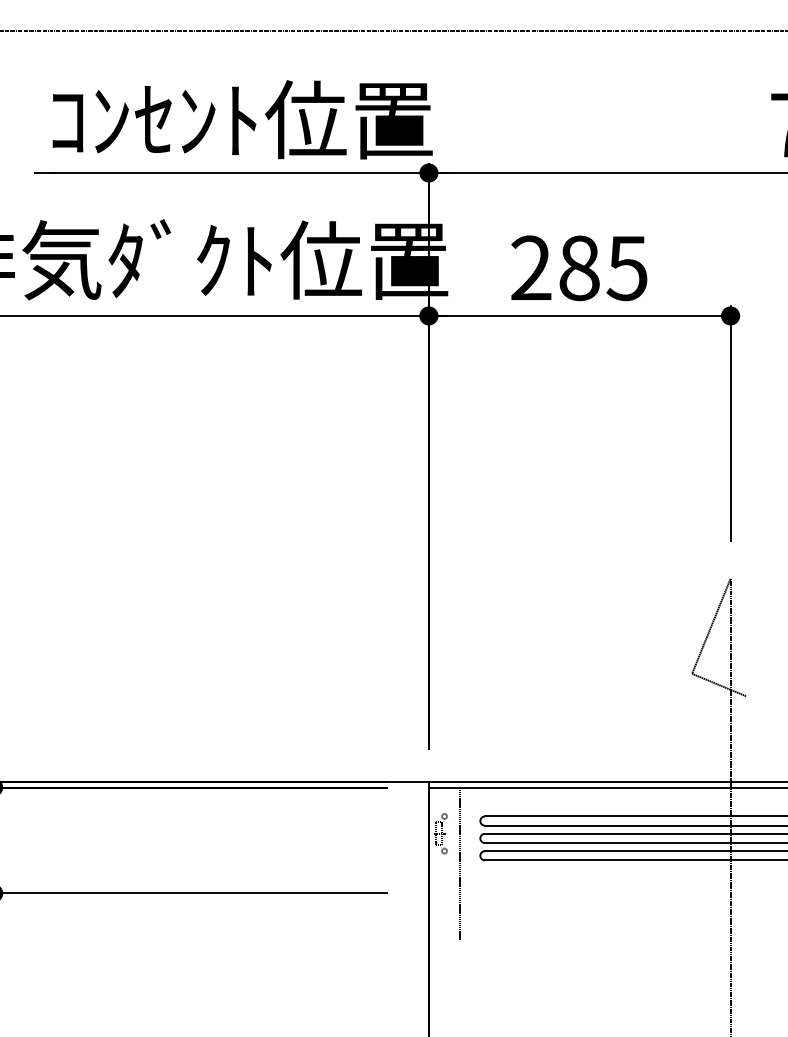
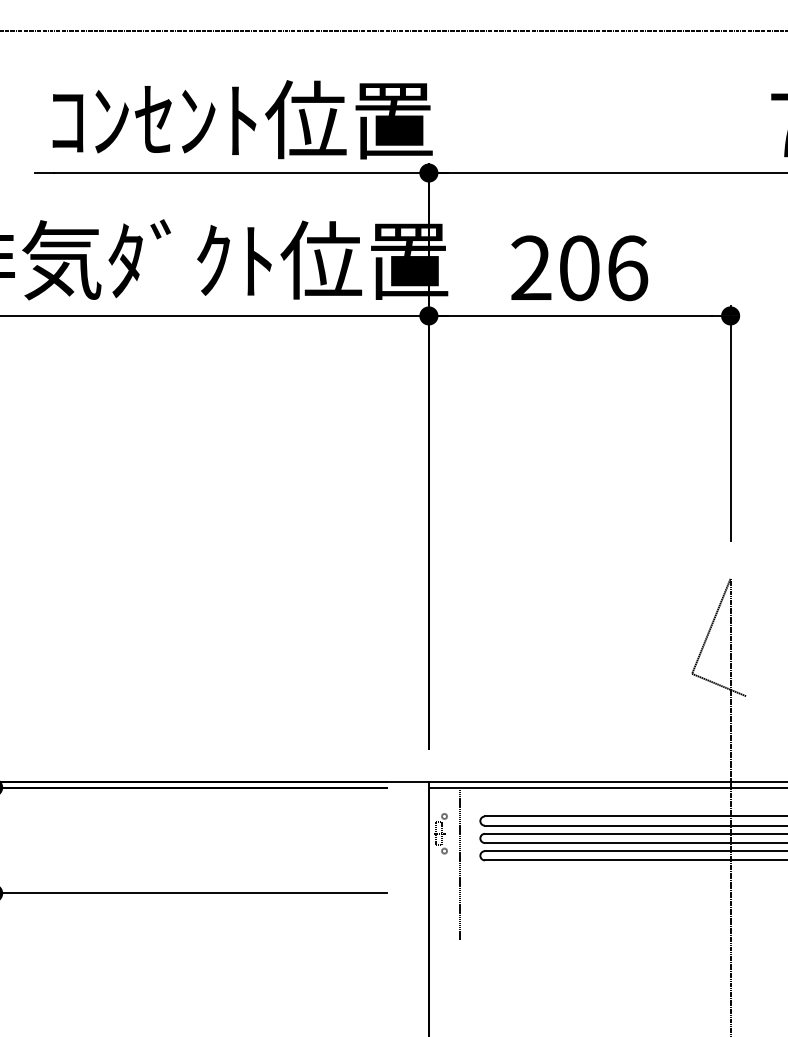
text at (603, 268): 285 -> 206
